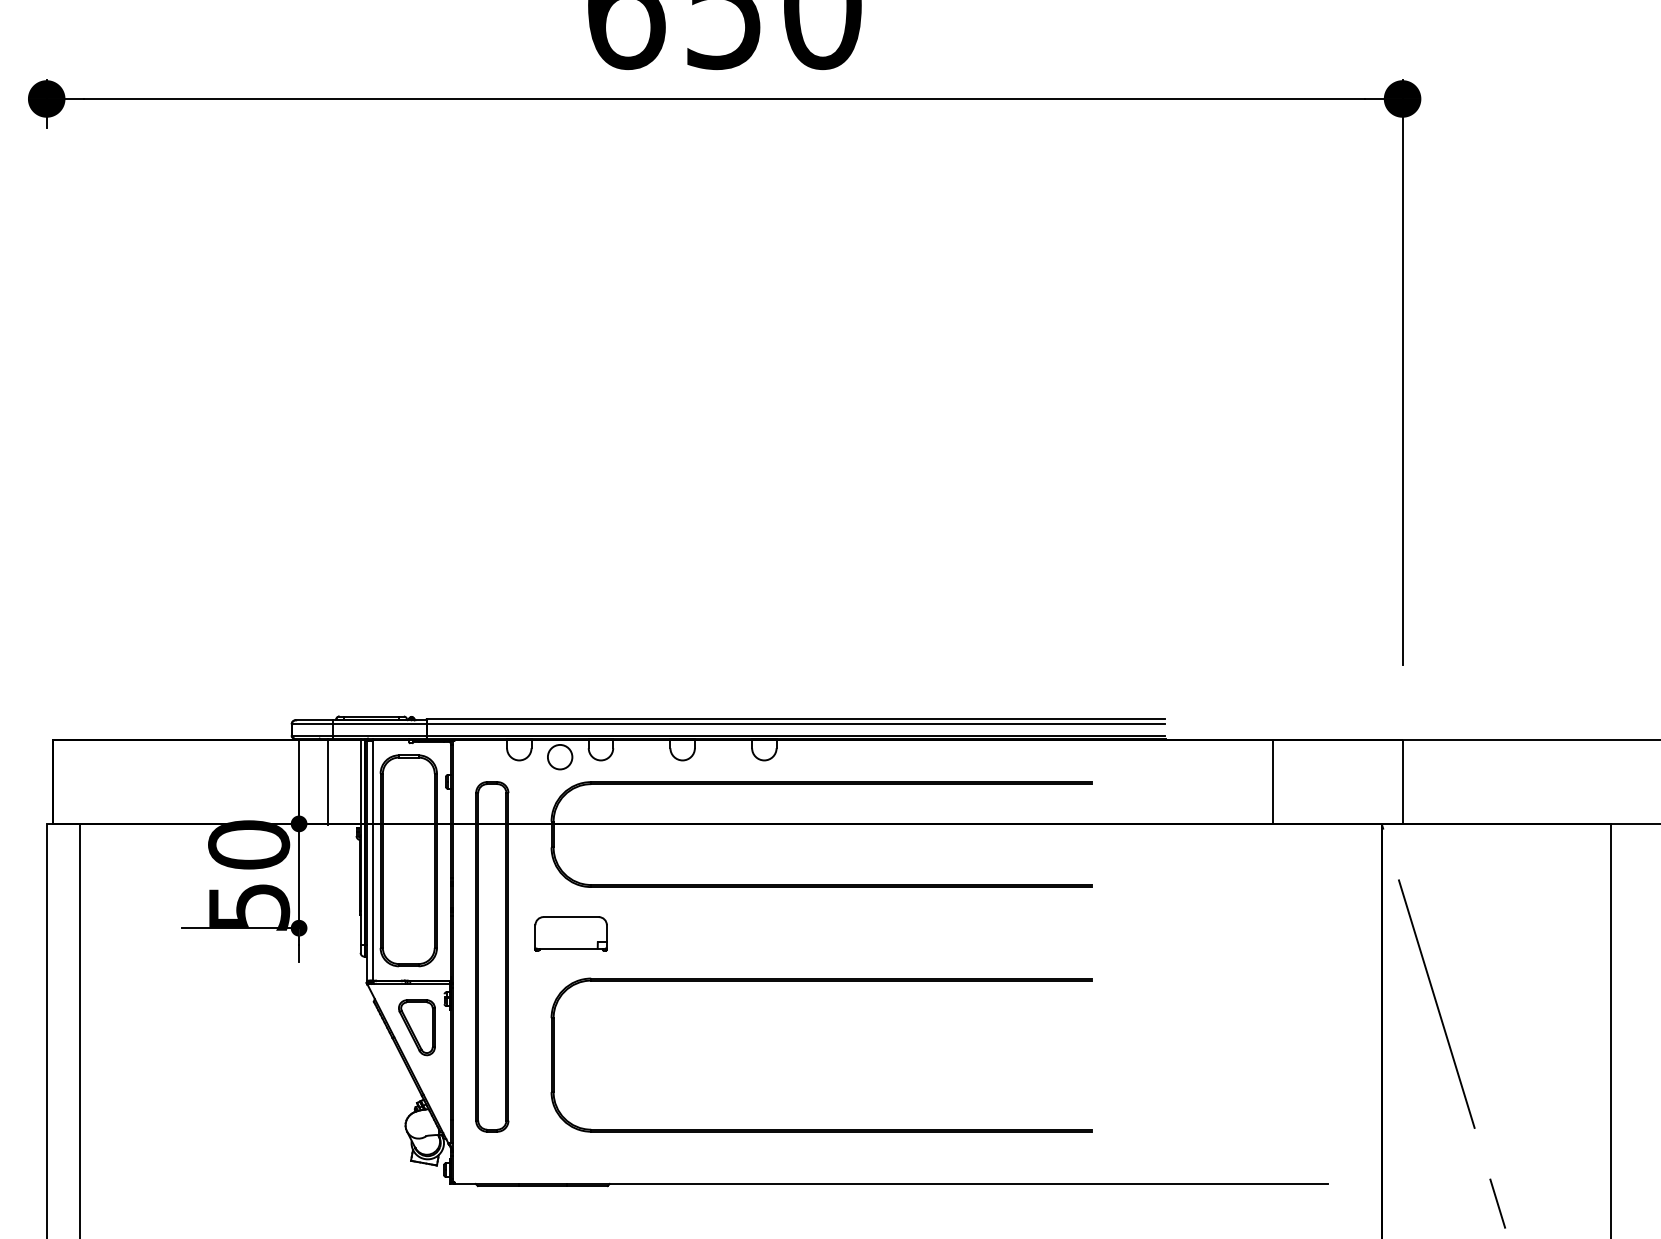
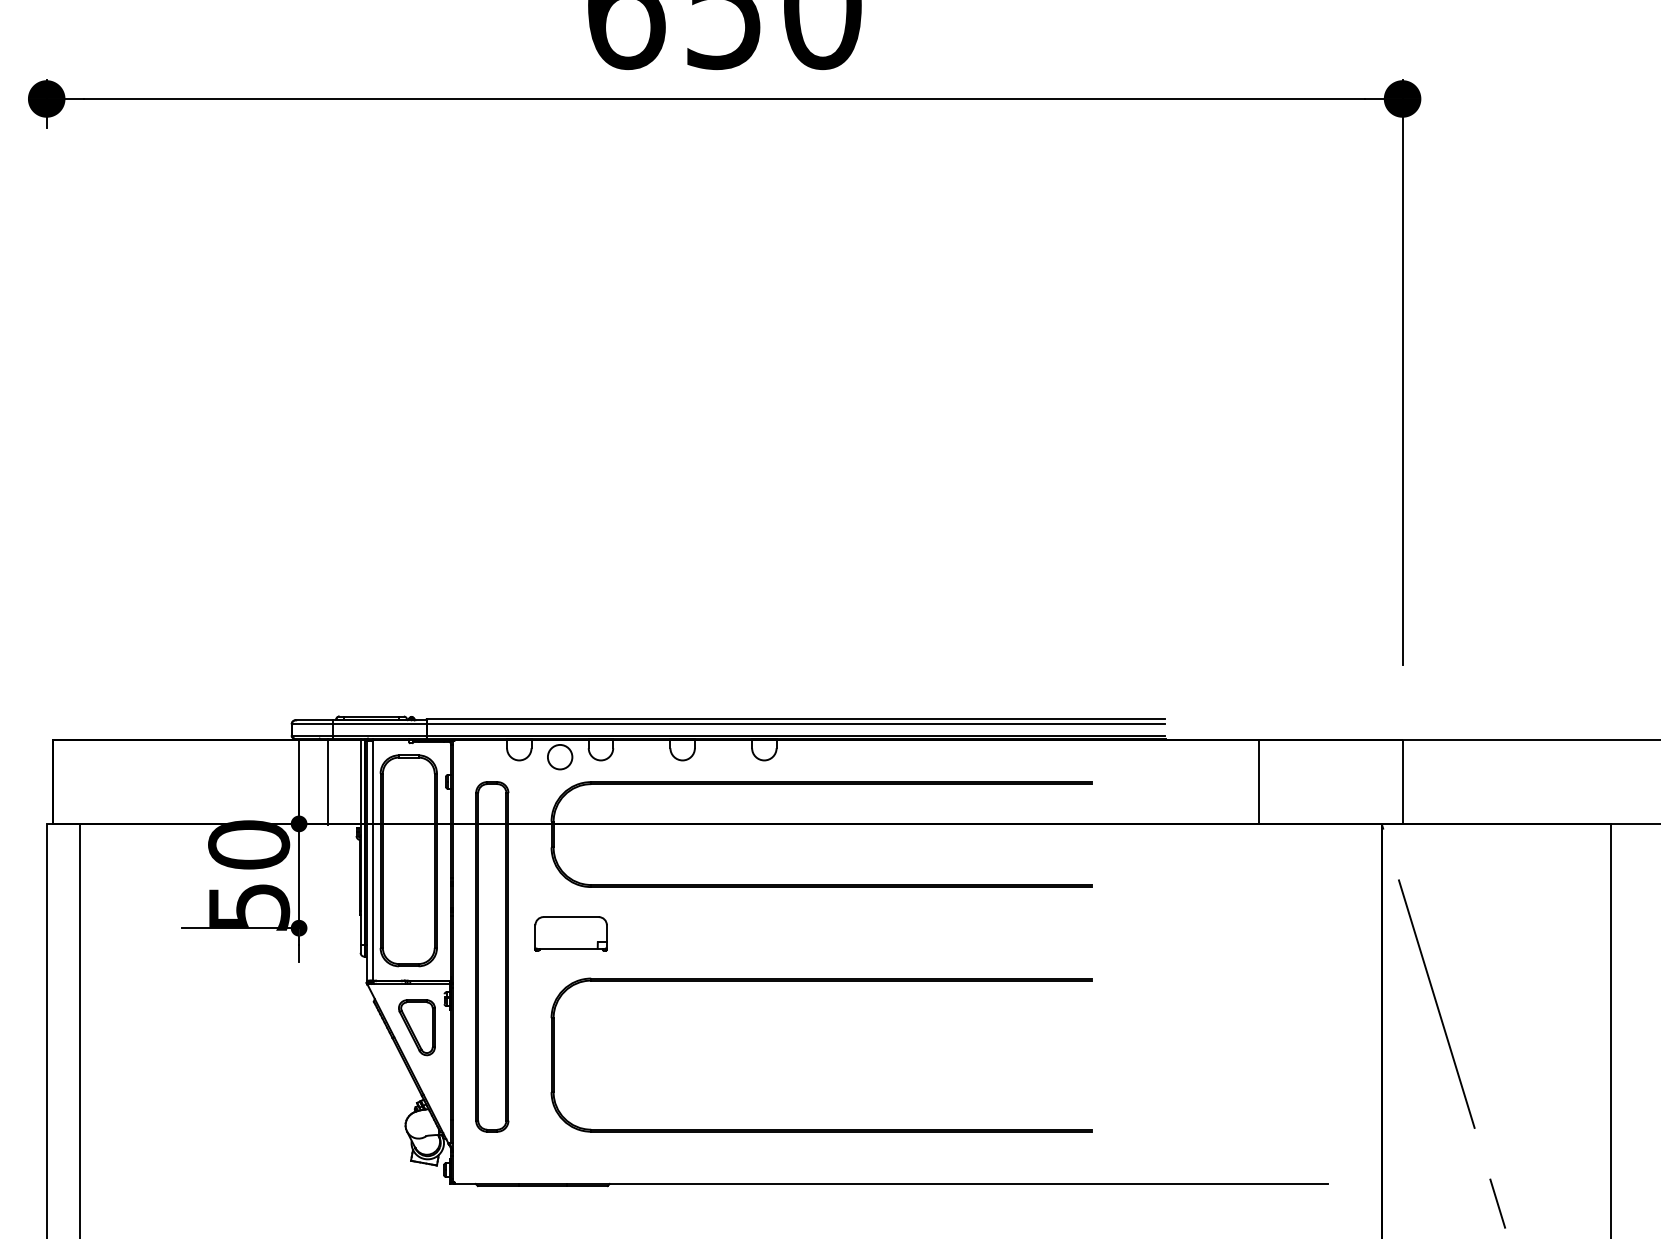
line at (1272, 781) position: (1272, 781) -> (1258, 781)
